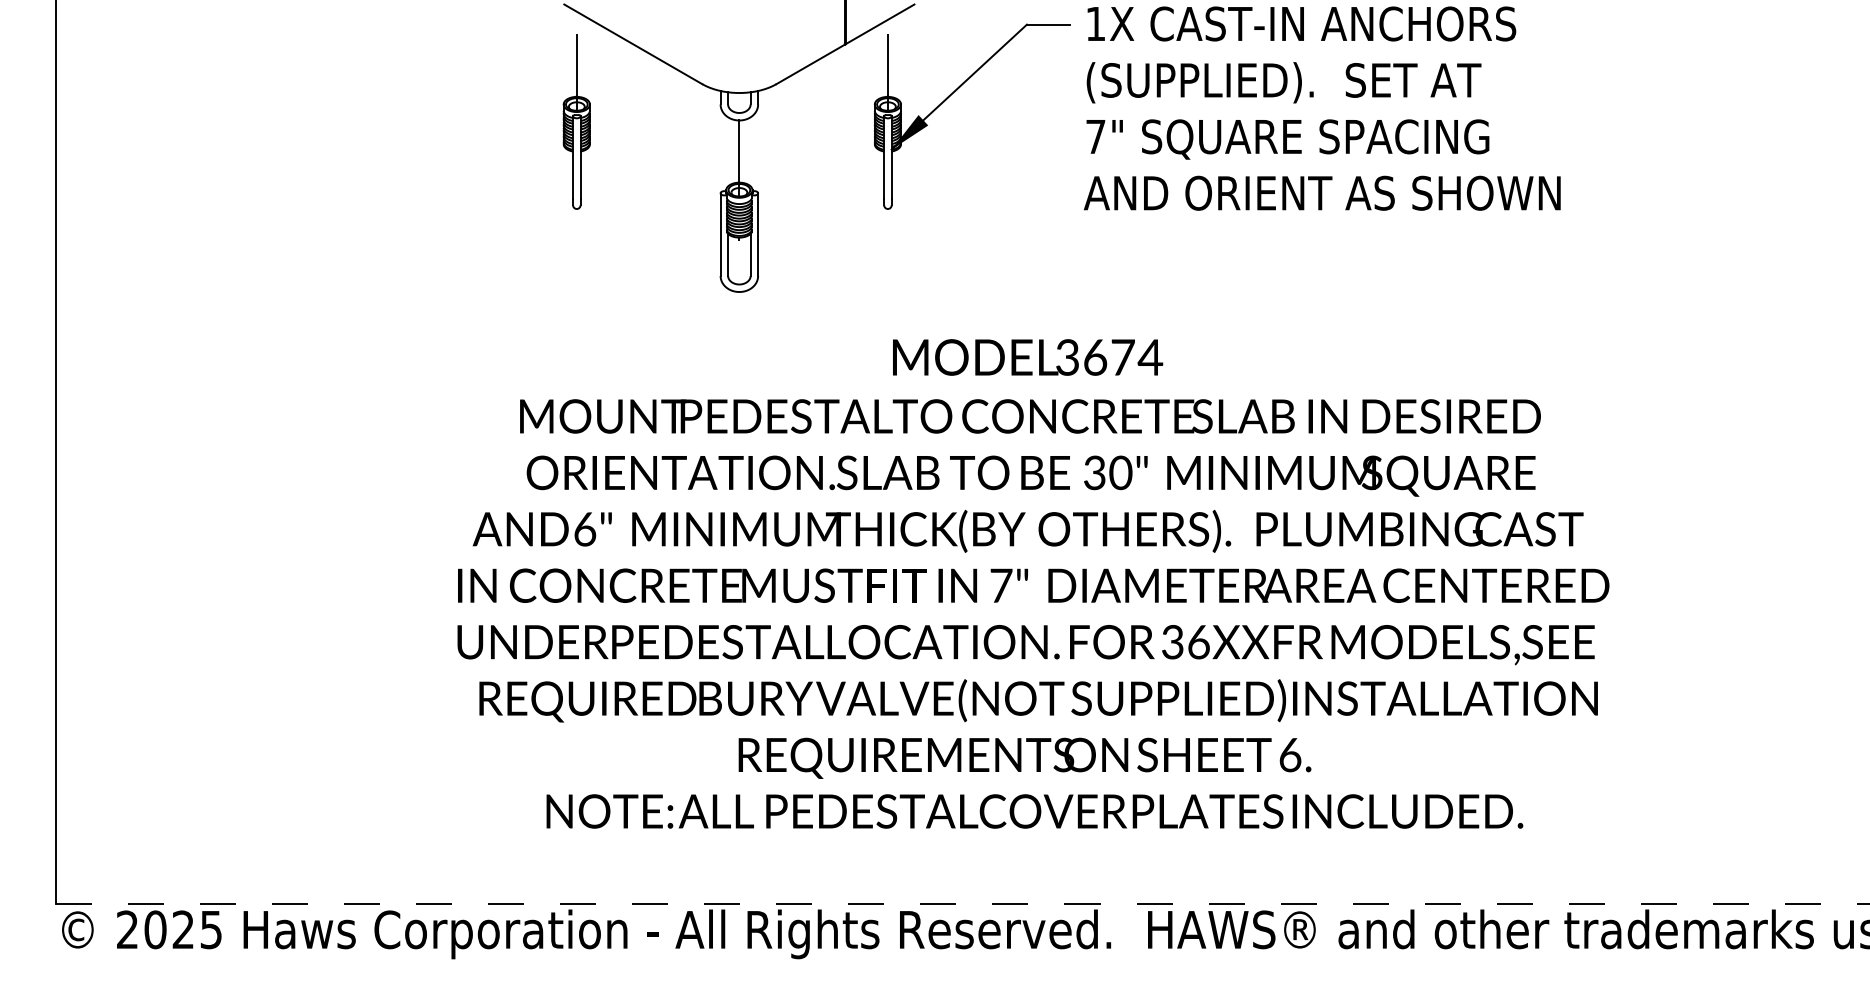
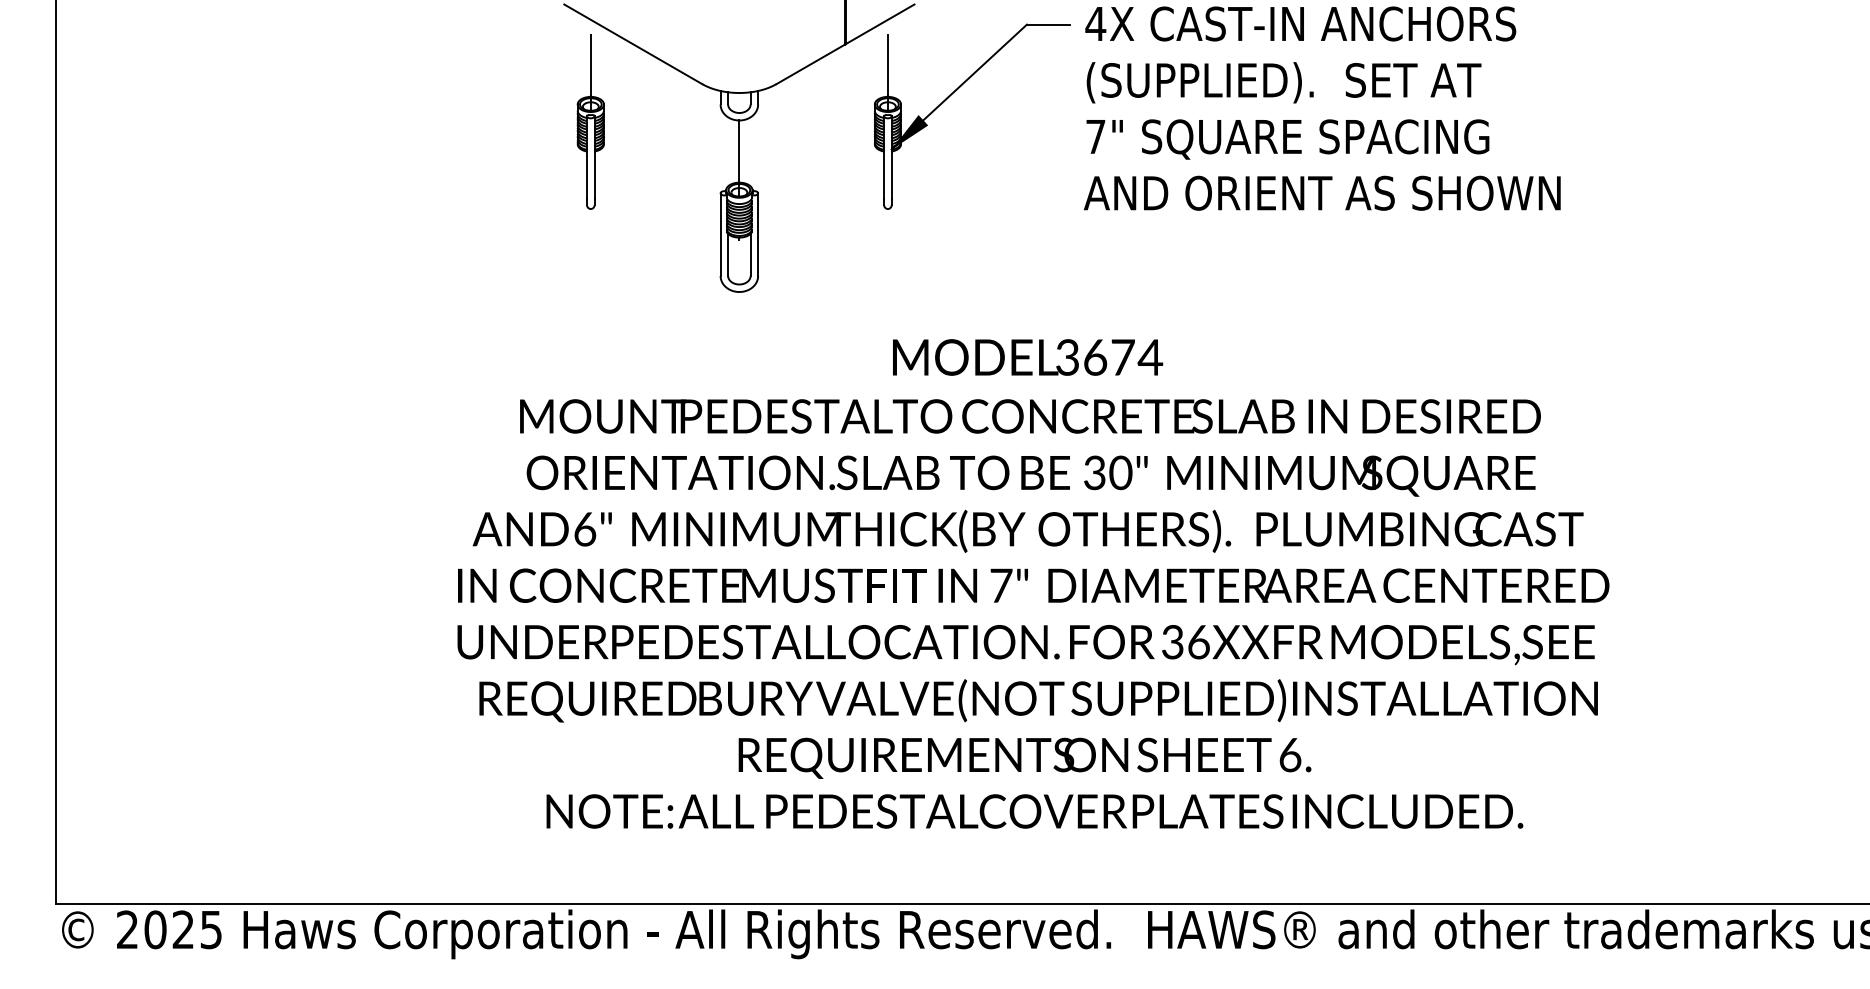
text at (1095, 23): 1X -> 4X
part at (576, 121) position: (576, 121) -> (590, 121)
line at (962, 903): dashed -> solid
